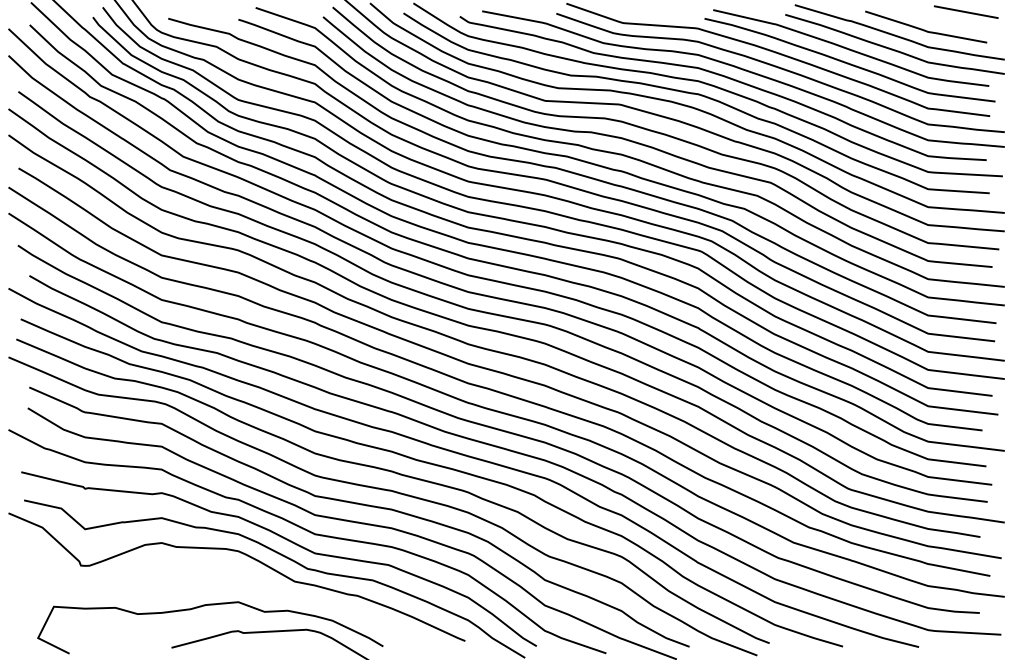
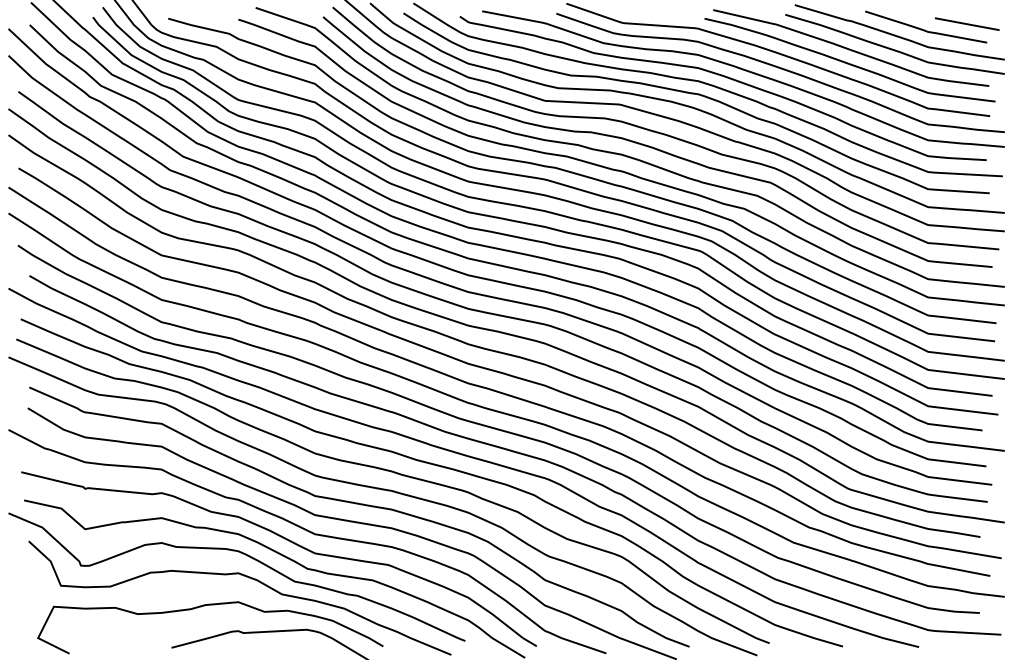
line at (965, 11) position: (965, 11) -> (966, 23)
curve at (246, 577): none -> present
